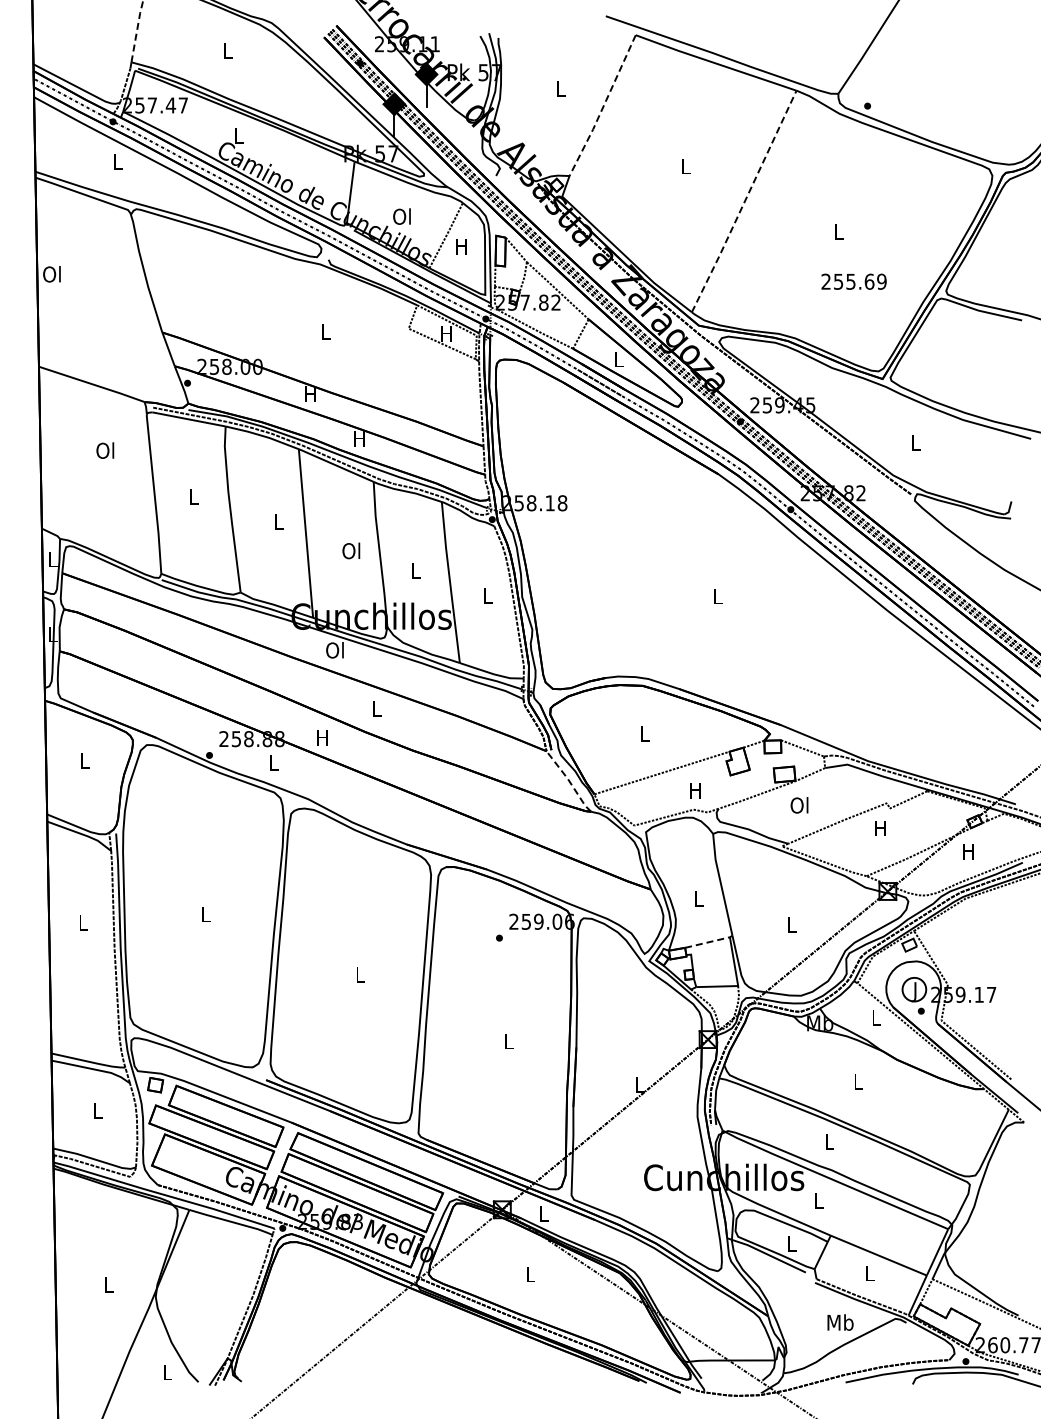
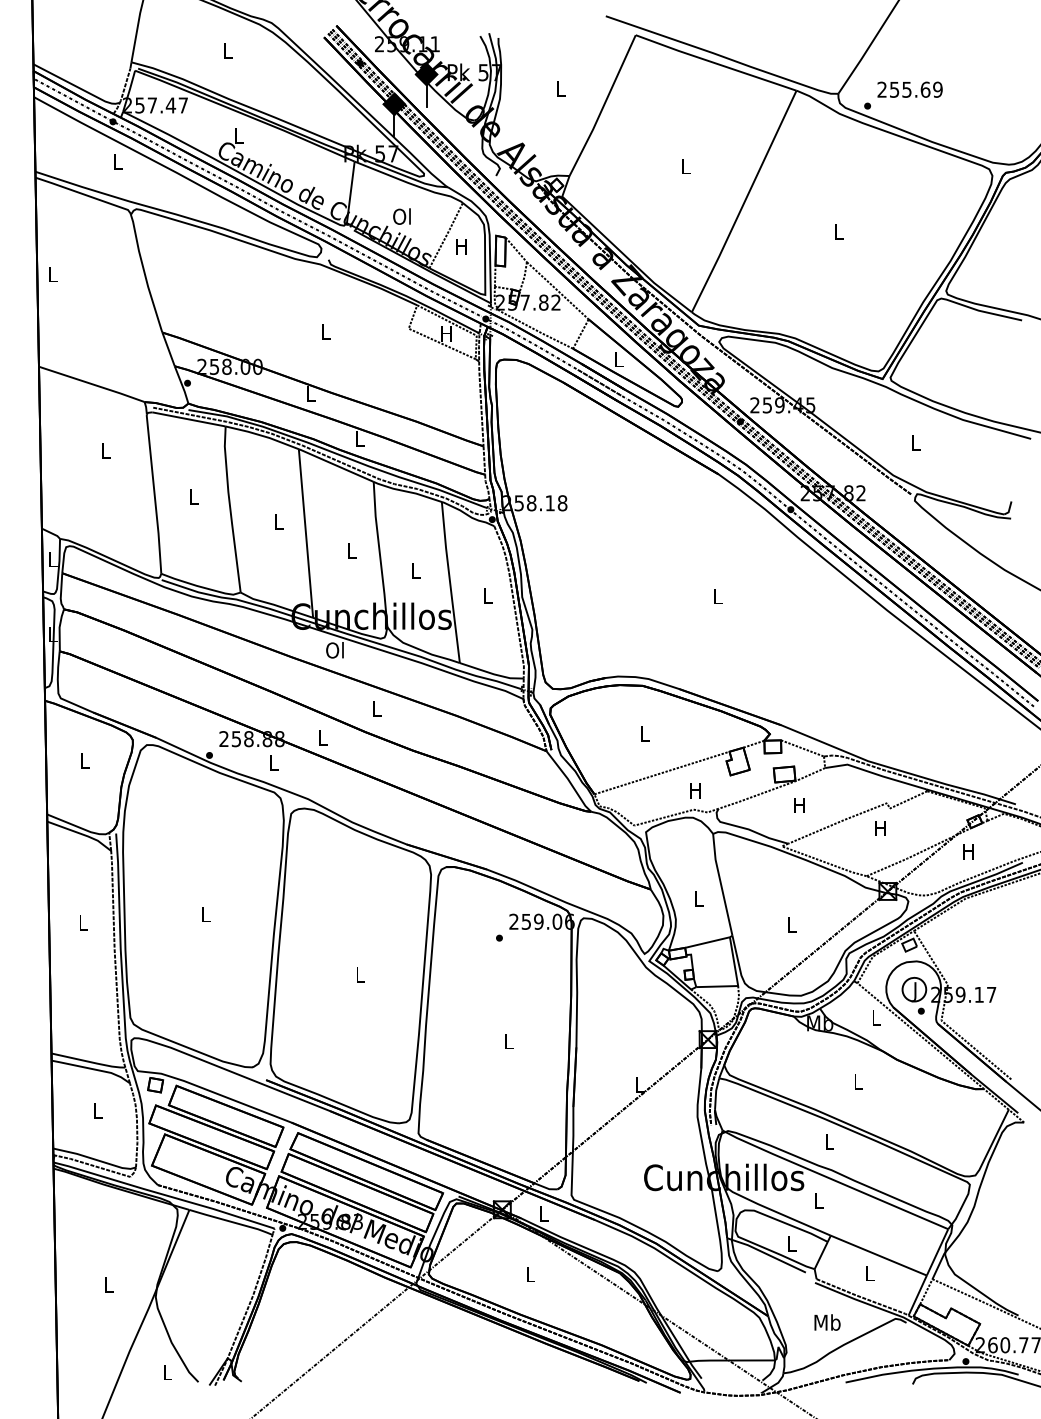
line at (137, 30): dashed -> solid
line at (603, 106): dashed -> solid
line at (744, 202): dashed -> solid
text at (51, 274): Ol -> L
text at (853, 281) position: (853, 281) -> (909, 89)
text at (310, 393): H -> L
text at (359, 438): H -> L
text at (105, 450): Ol -> L
text at (351, 550): Ol -> L
text at (322, 737): H -> L
line at (569, 781): dashed -> solid
text at (799, 805): Ol -> H
line at (708, 942): dashed -> solid
text at (840, 1322) position: (840, 1322) -> (827, 1322)
